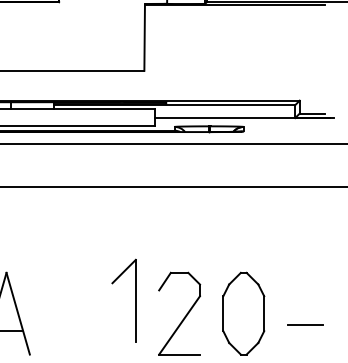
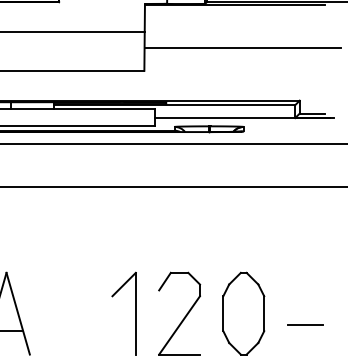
line at (73, 32): none -> present
line at (242, 47): none -> present
part at (135, 300) position: (135, 300) -> (135, 313)
